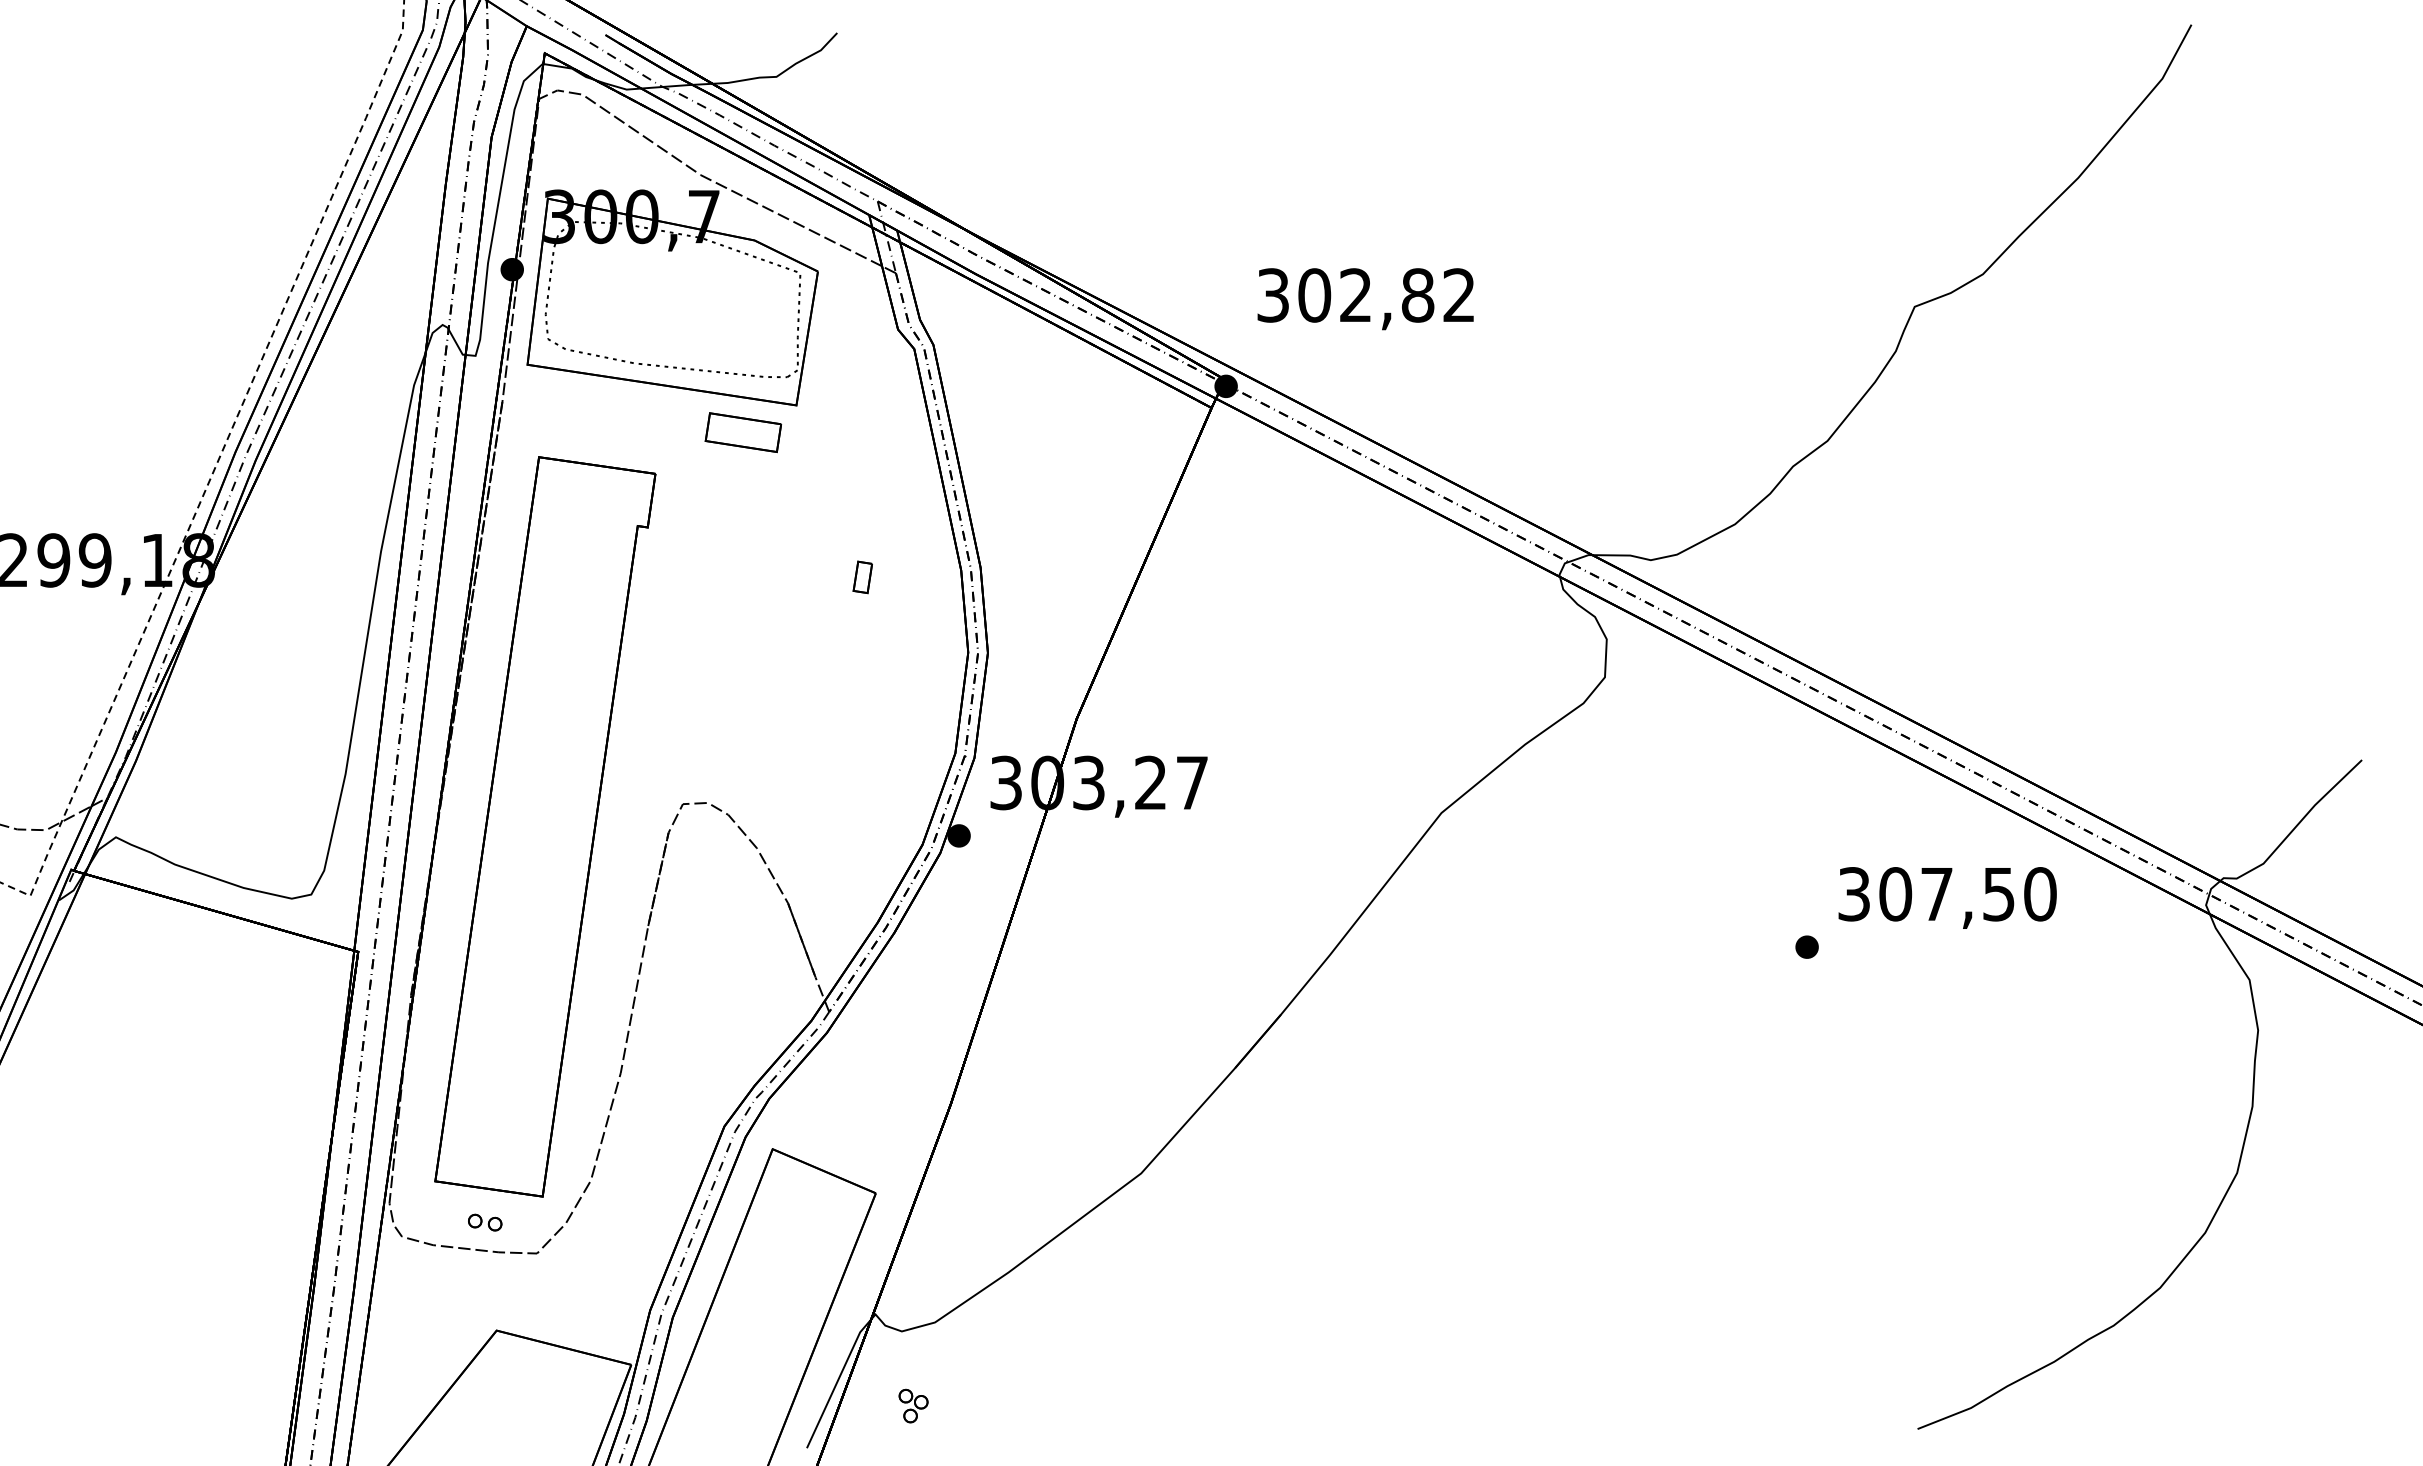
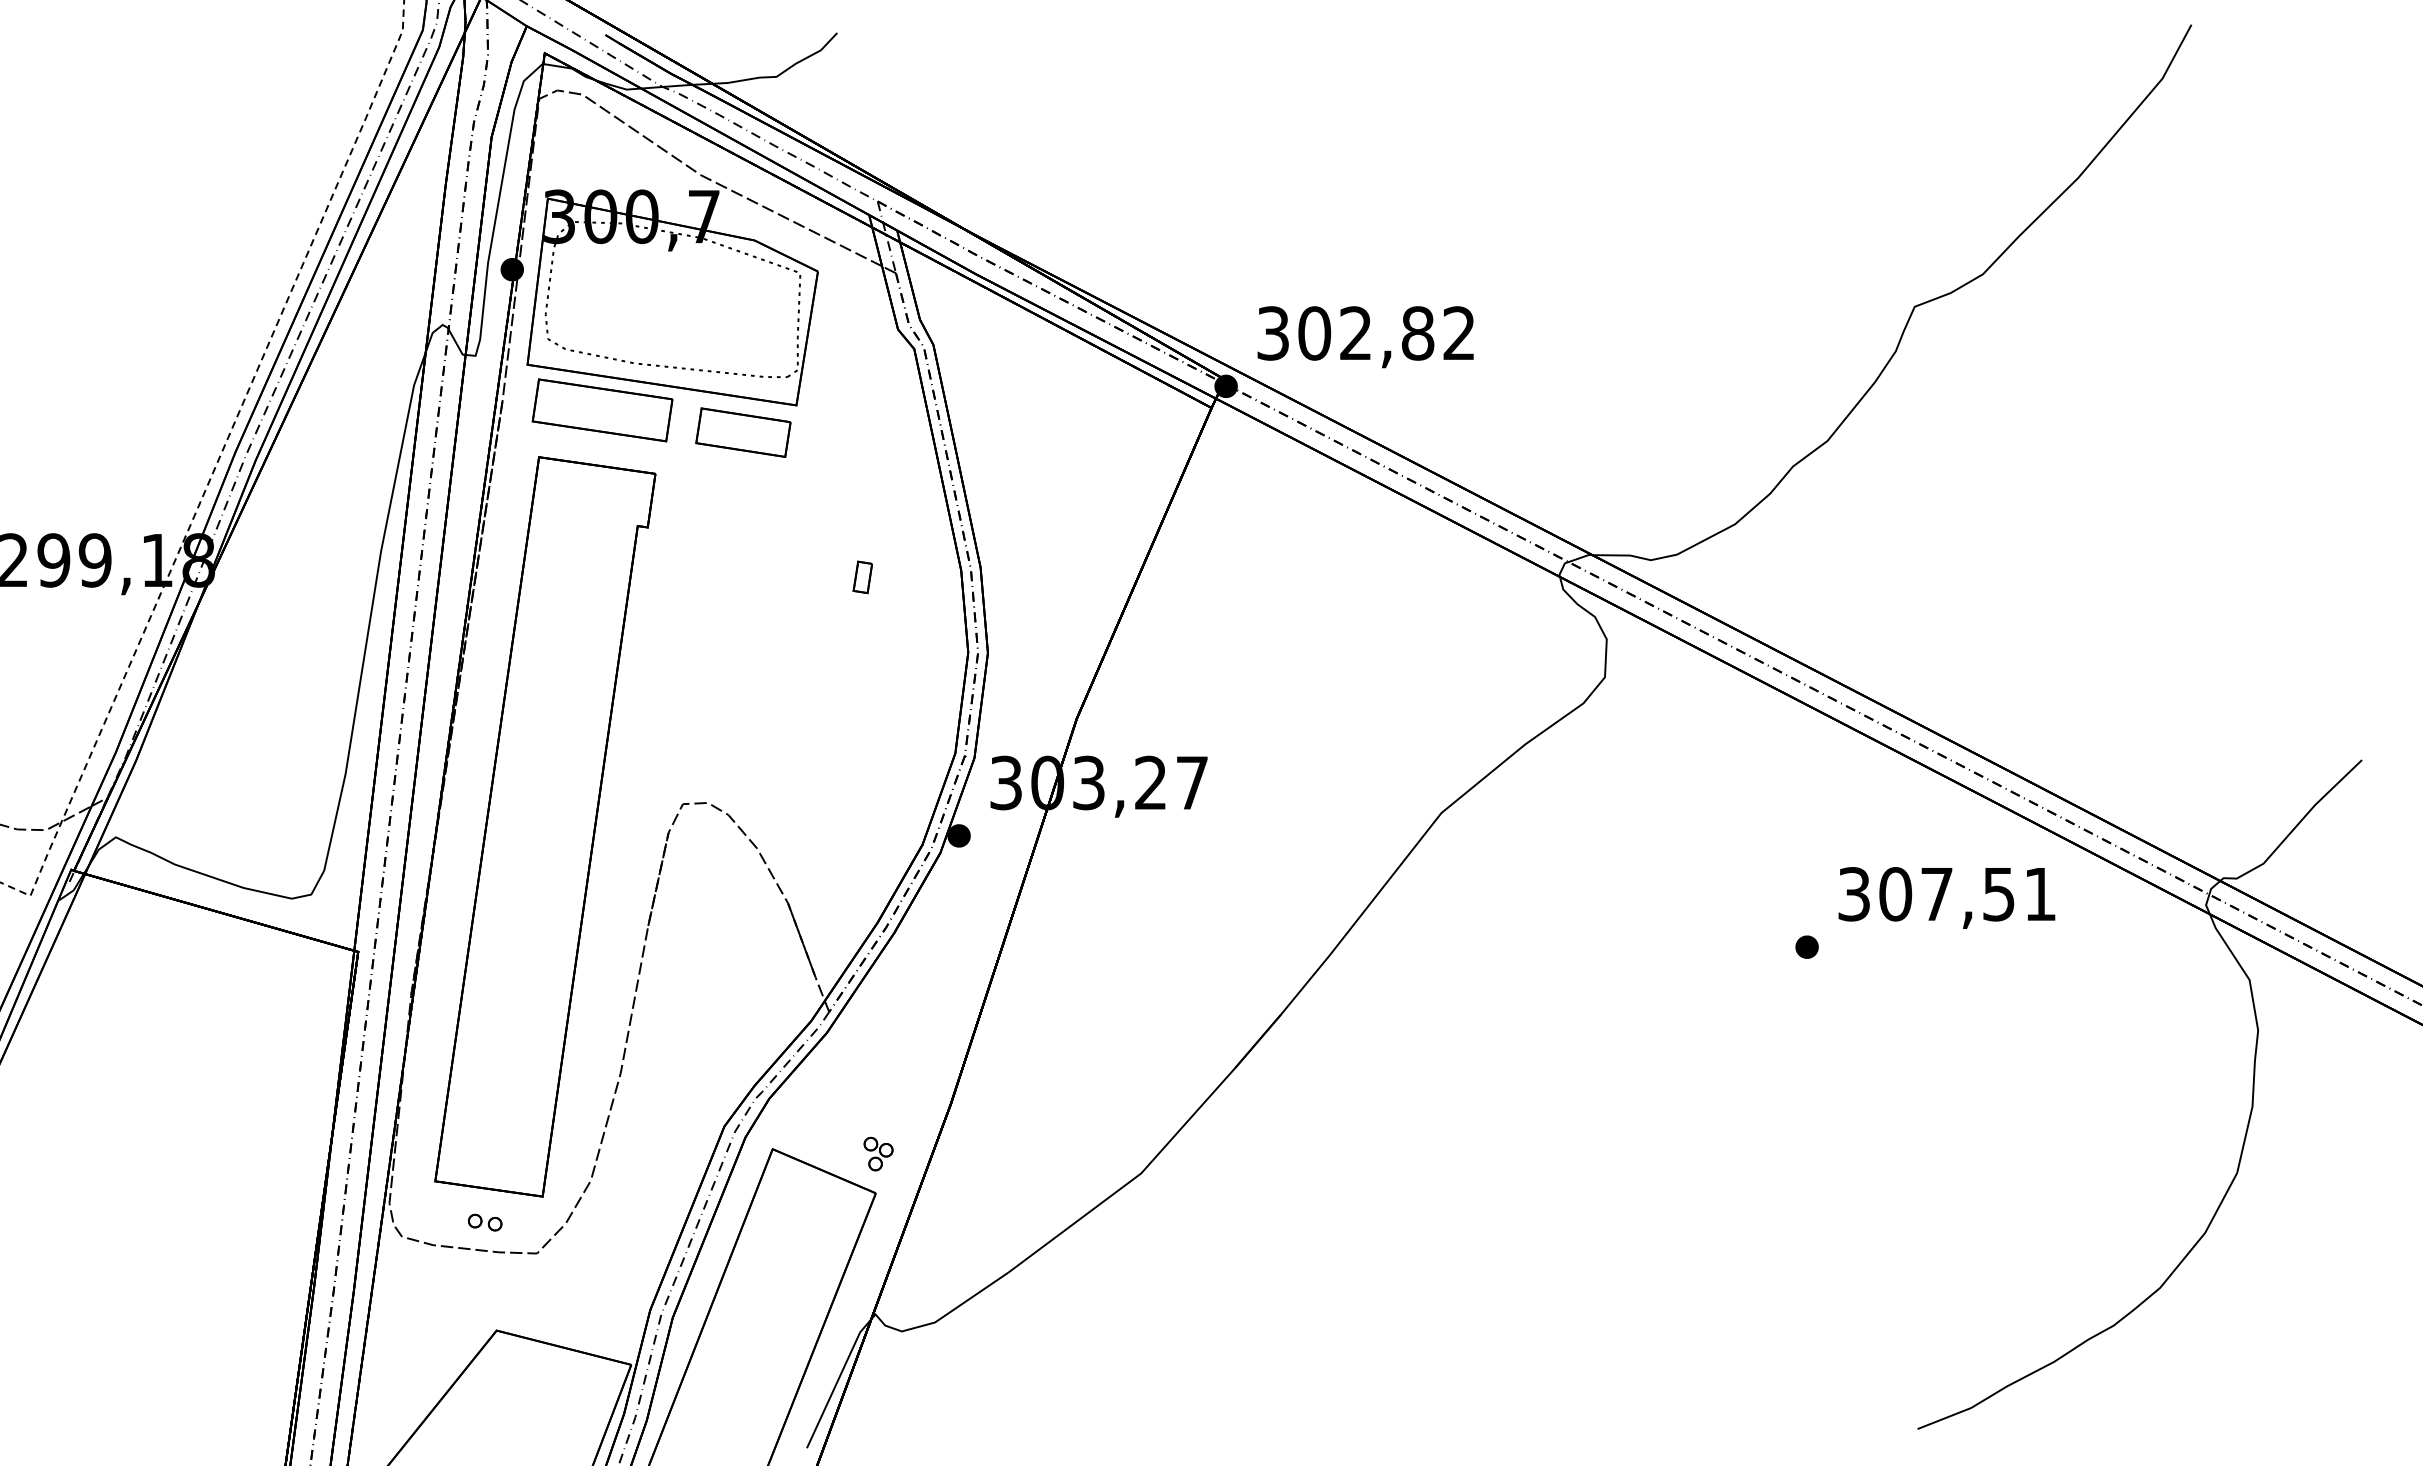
text at (1365, 299) position: (1365, 299) -> (1365, 337)
part at (602, 410): none -> present
part at (743, 432) size: 79x42 px -> 97x51 px
text at (2040, 894): 307,50 -> 307,51
part at (913, 1405) position: (913, 1405) -> (878, 1153)
